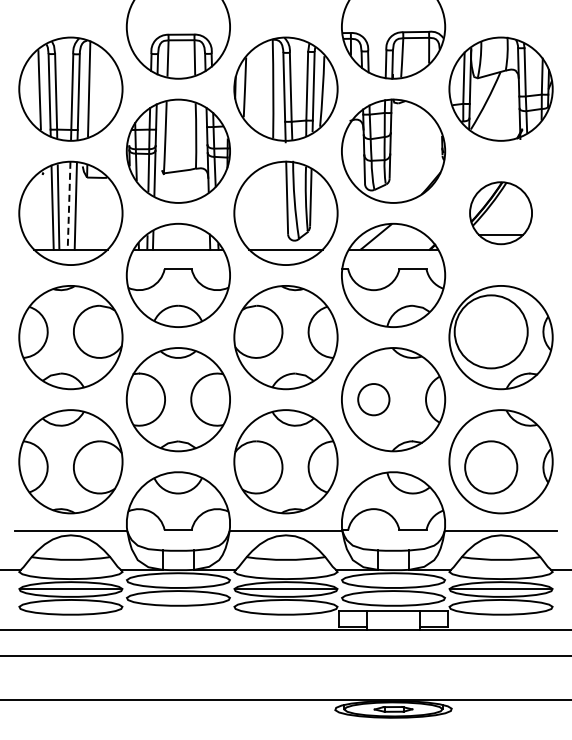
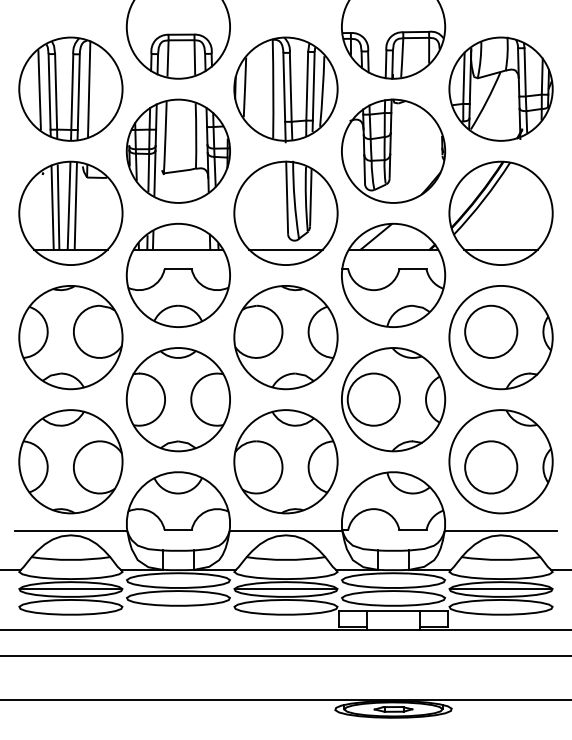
line at (69, 206): dashed -> solid
part at (500, 213) size: 64x65 px -> 106x106 px
circle at (490, 331) diameter: 73 px -> 52 px
circle at (373, 399) diameter: 31 px -> 52 px
